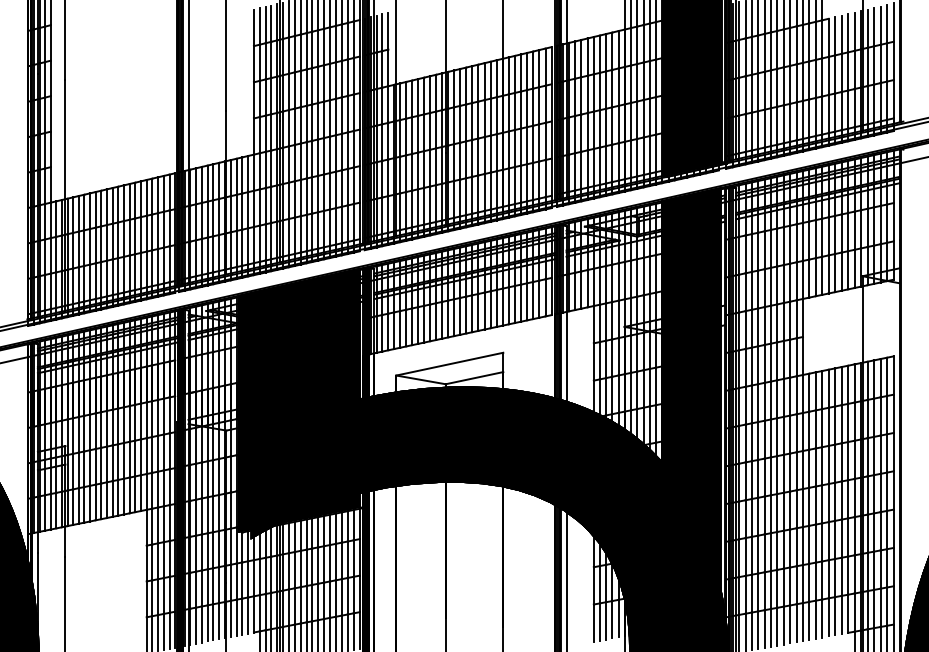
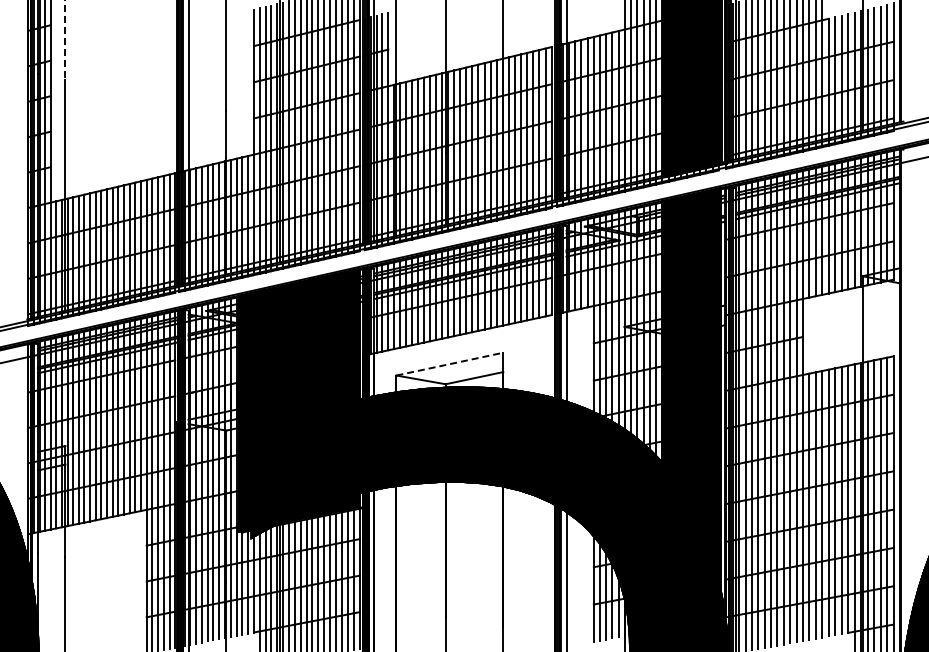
line at (65, 39): solid -> dashed
line at (449, 364): solid -> dashed
